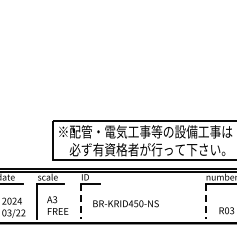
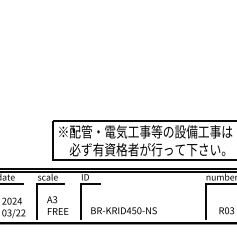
line at (80, 201): dashed -> solid
line at (205, 201): dashed -> solid
text at (125, 203) position: (125, 203) -> (123, 210)
